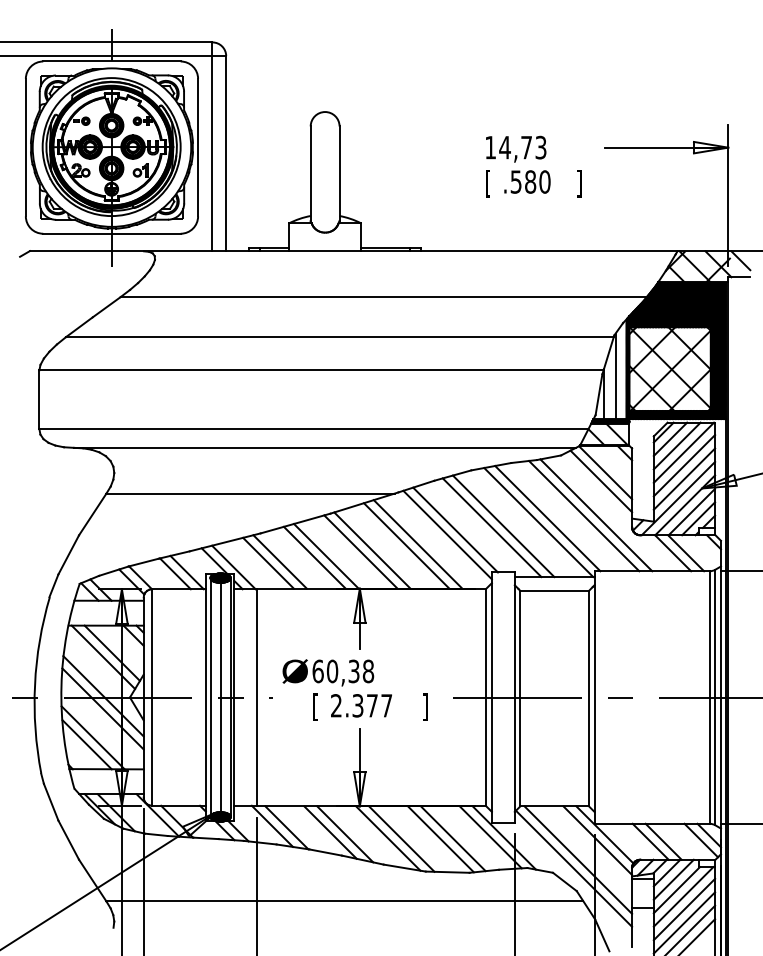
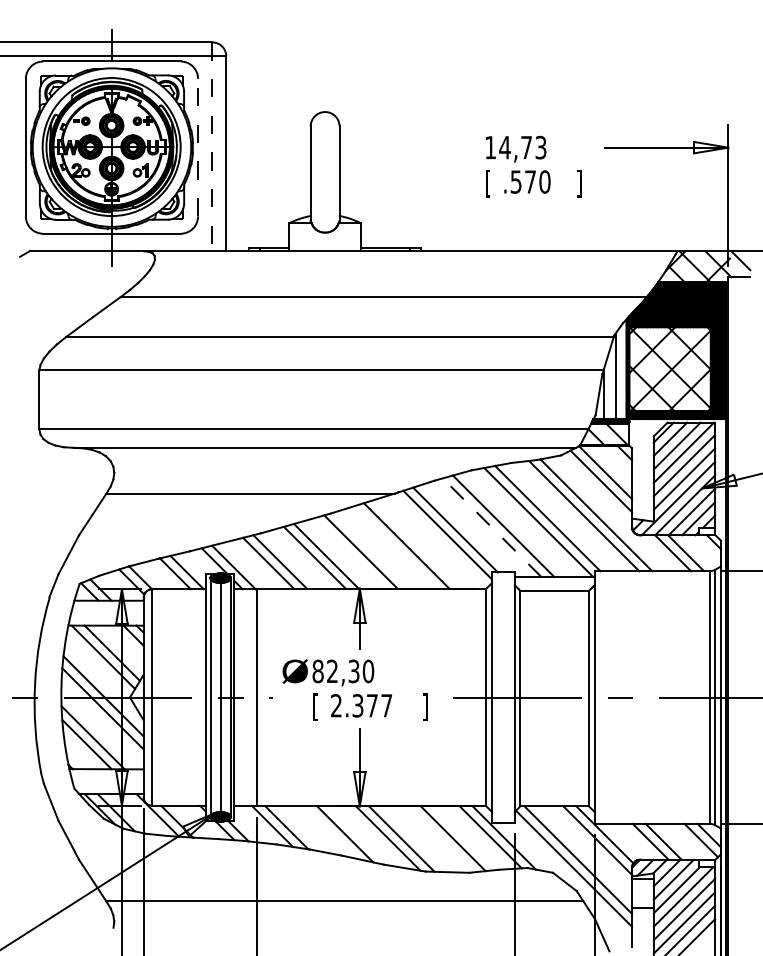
line at (198, 147): solid -> dashed
line at (212, 147): solid -> dashed
text at (530, 181): .580 -> .570
line at (492, 527): solid -> dashed
line at (417, 544): present -> none
line at (372, 550): present -> none
text at (343, 671): 60,38 -> 82,30
line at (330, 832): present -> none
line at (440, 839): present -> none
